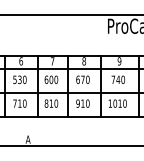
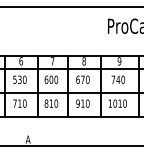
line at (71, 15) position: (71, 15) -> (71, 7)
